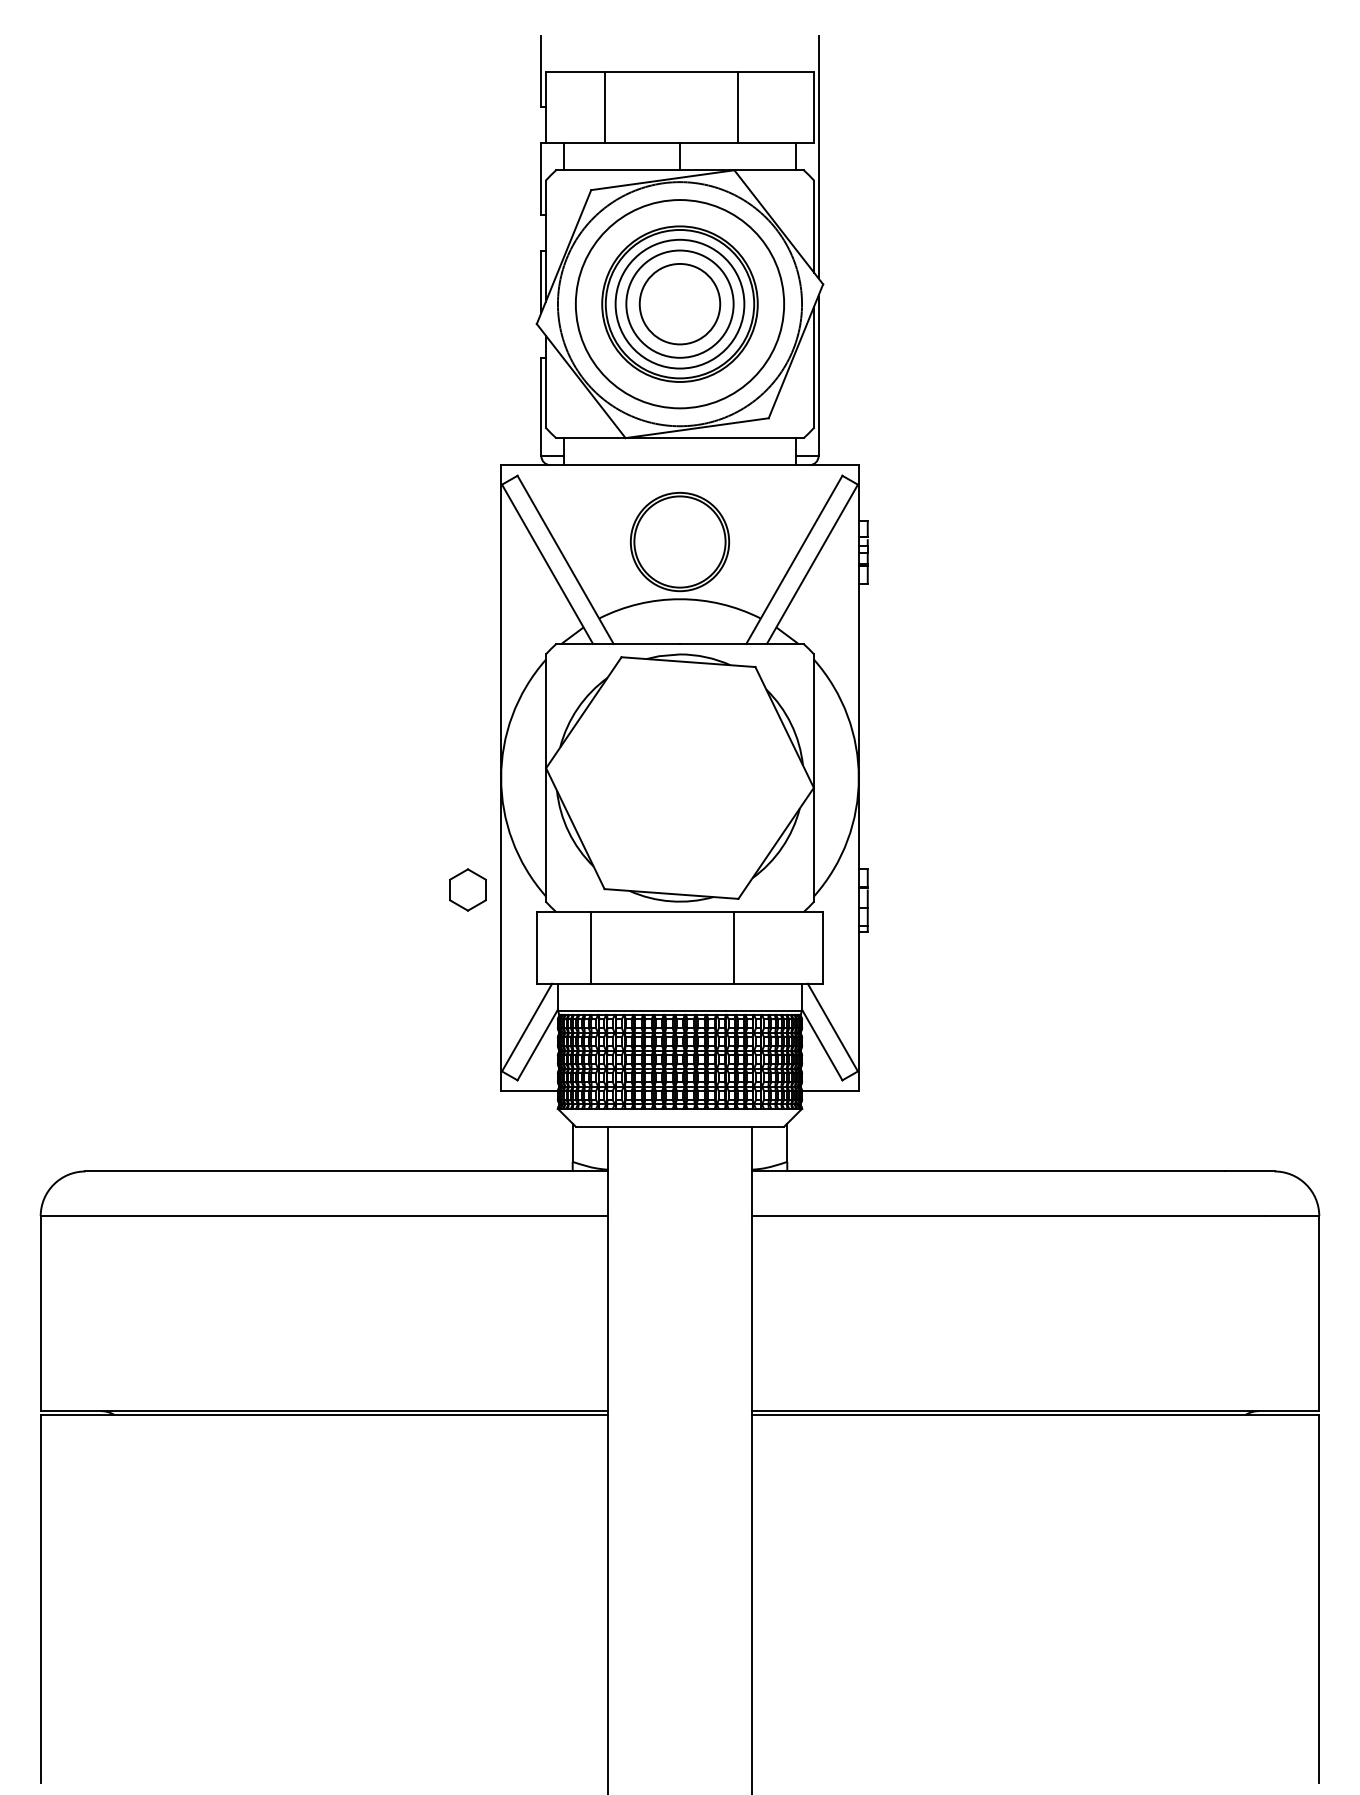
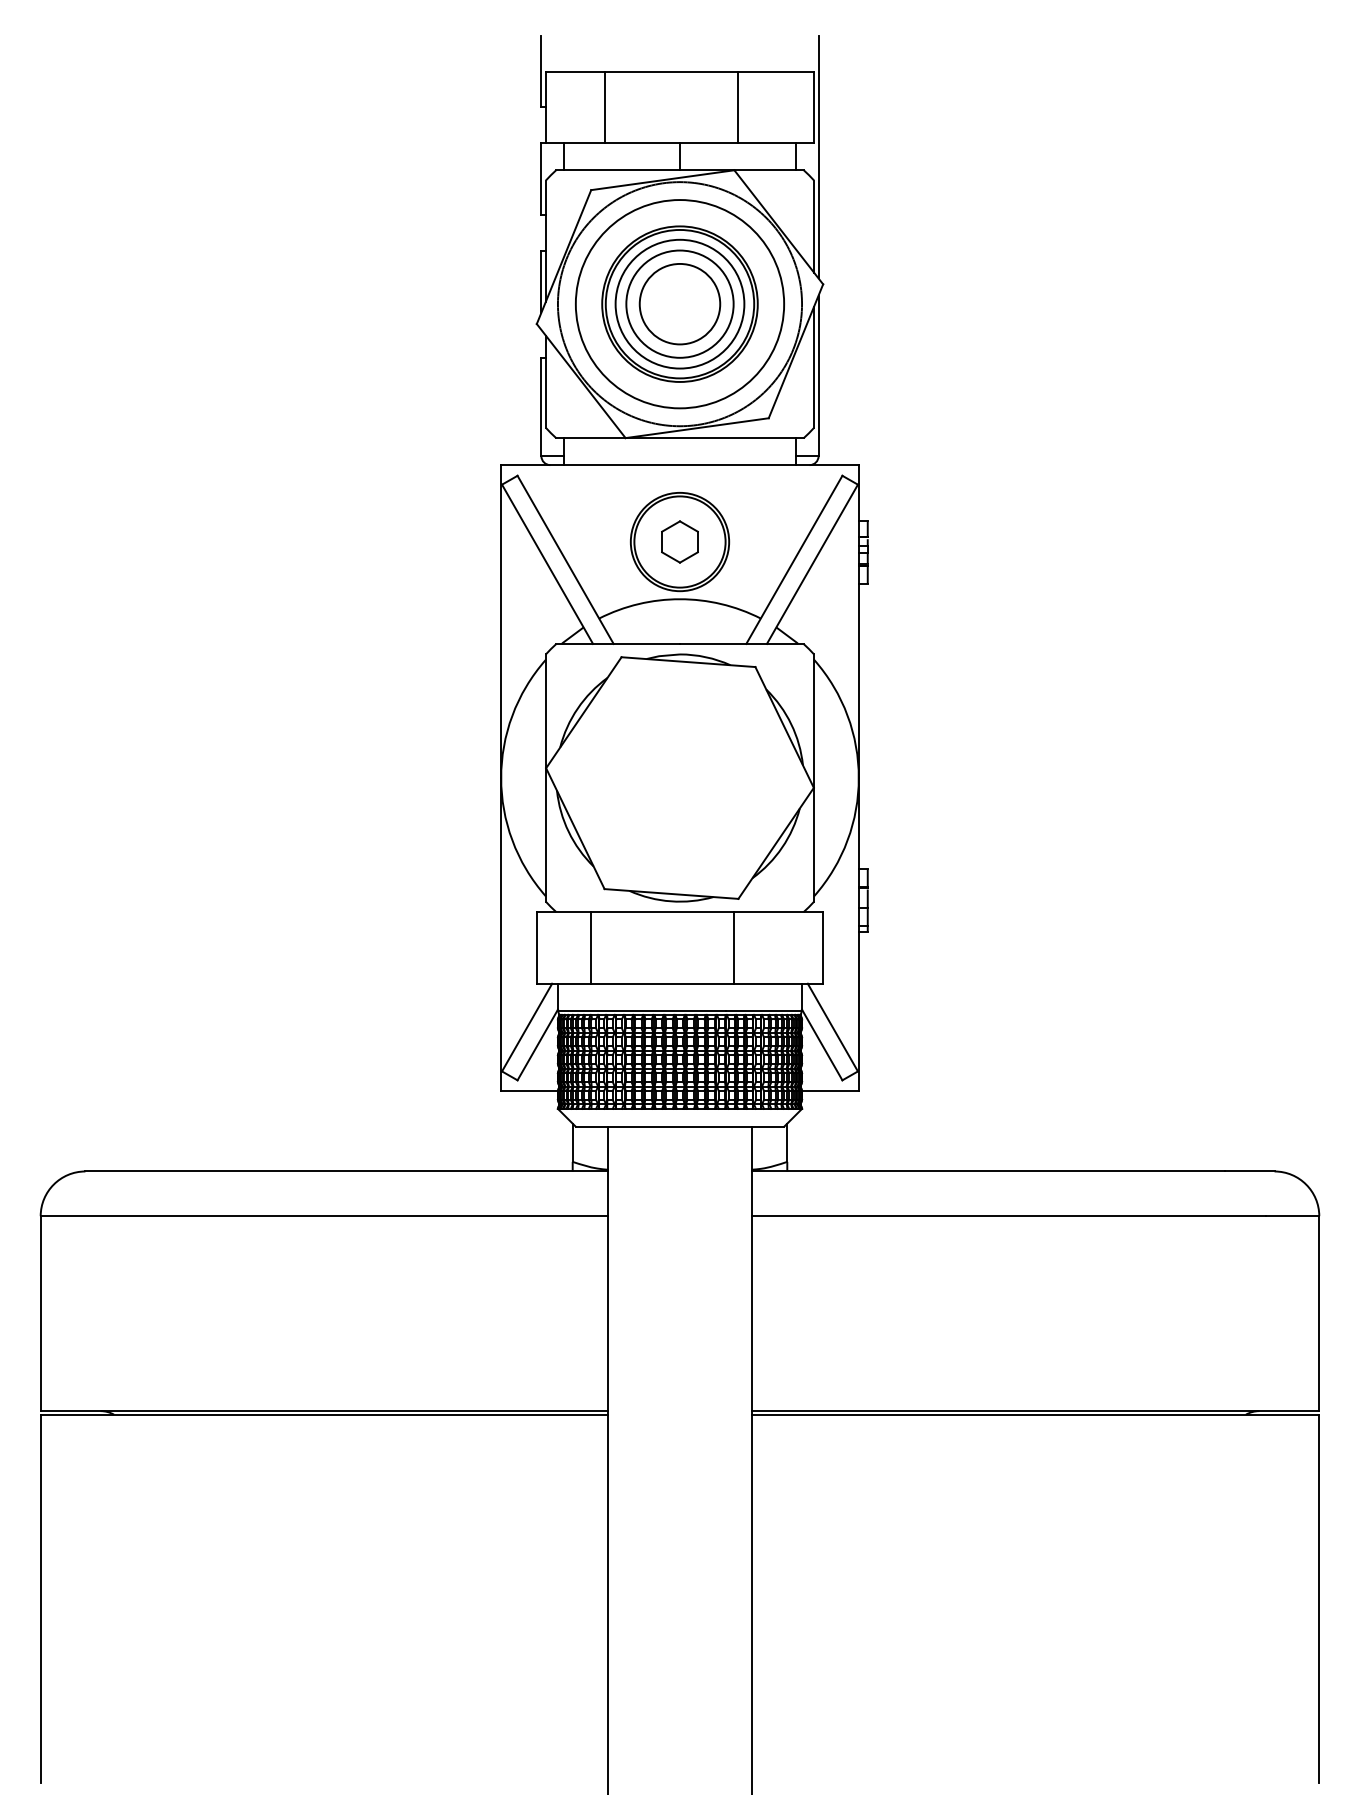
part at (467, 889) position: (467, 889) -> (679, 541)
